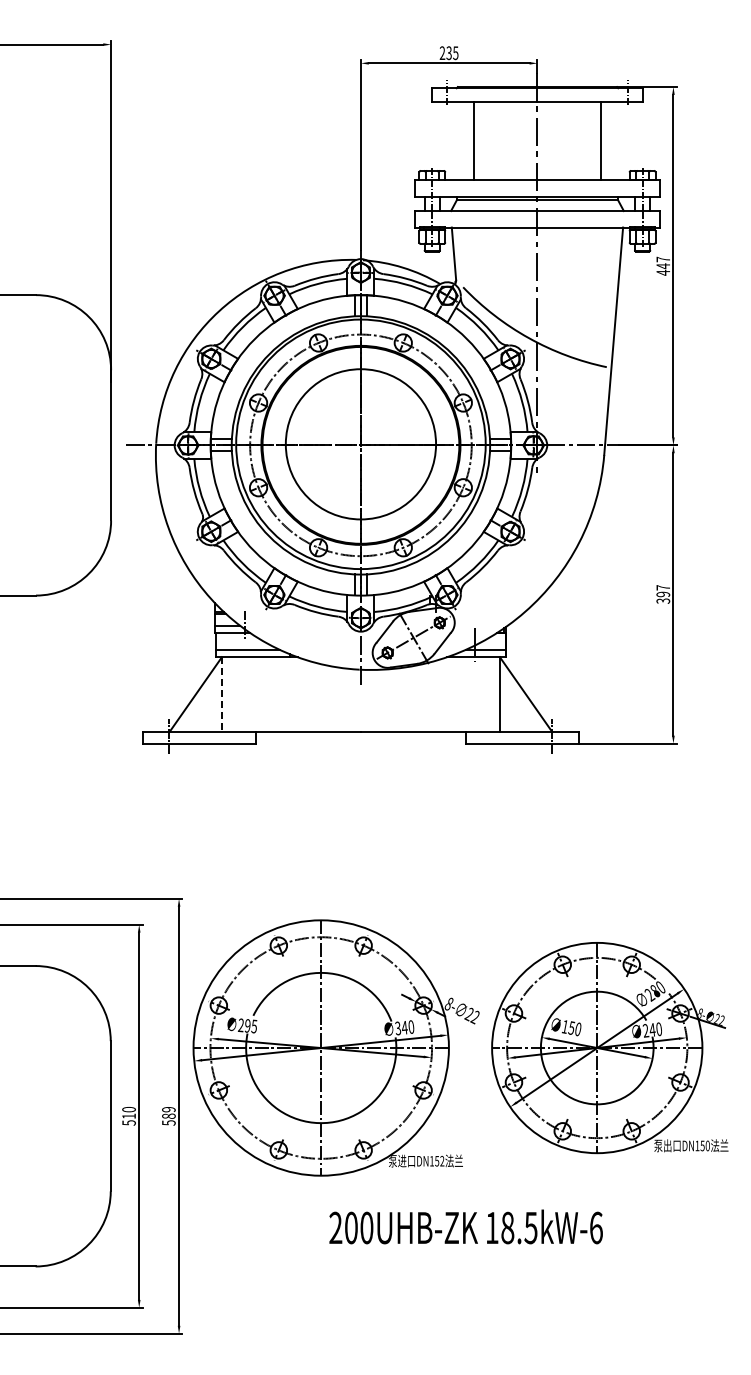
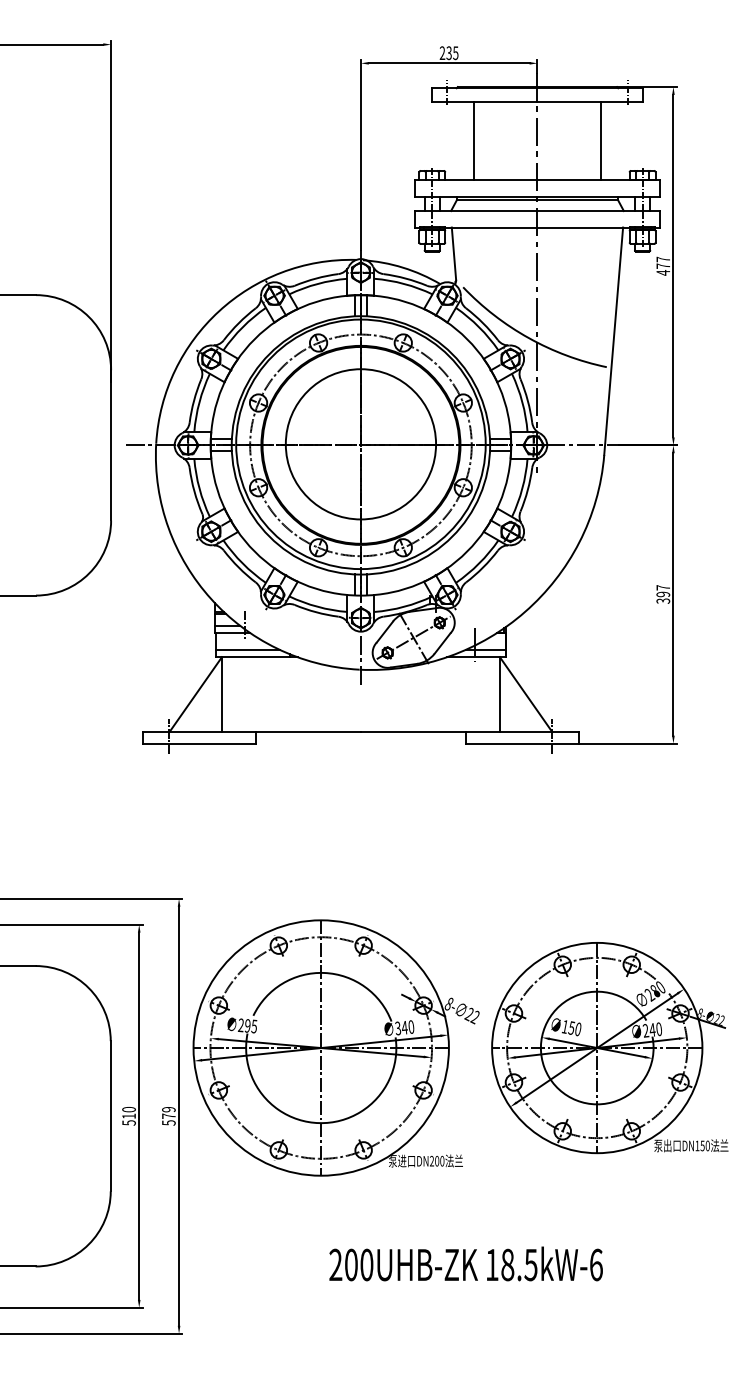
text at (662, 266): 447 -> 477
line at (221, 694): dashed -> solid
text at (168, 1115): 589 -> 579
text at (437, 1160): DN152 -> DN200
text at (465, 1226) position: (465, 1226) -> (465, 1263)
